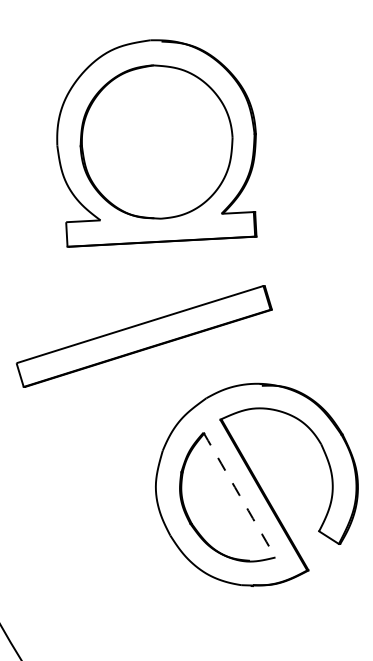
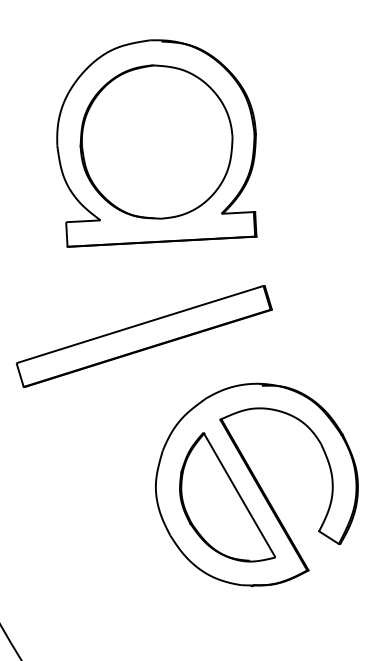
arc at (239, 495): dashed -> solid
